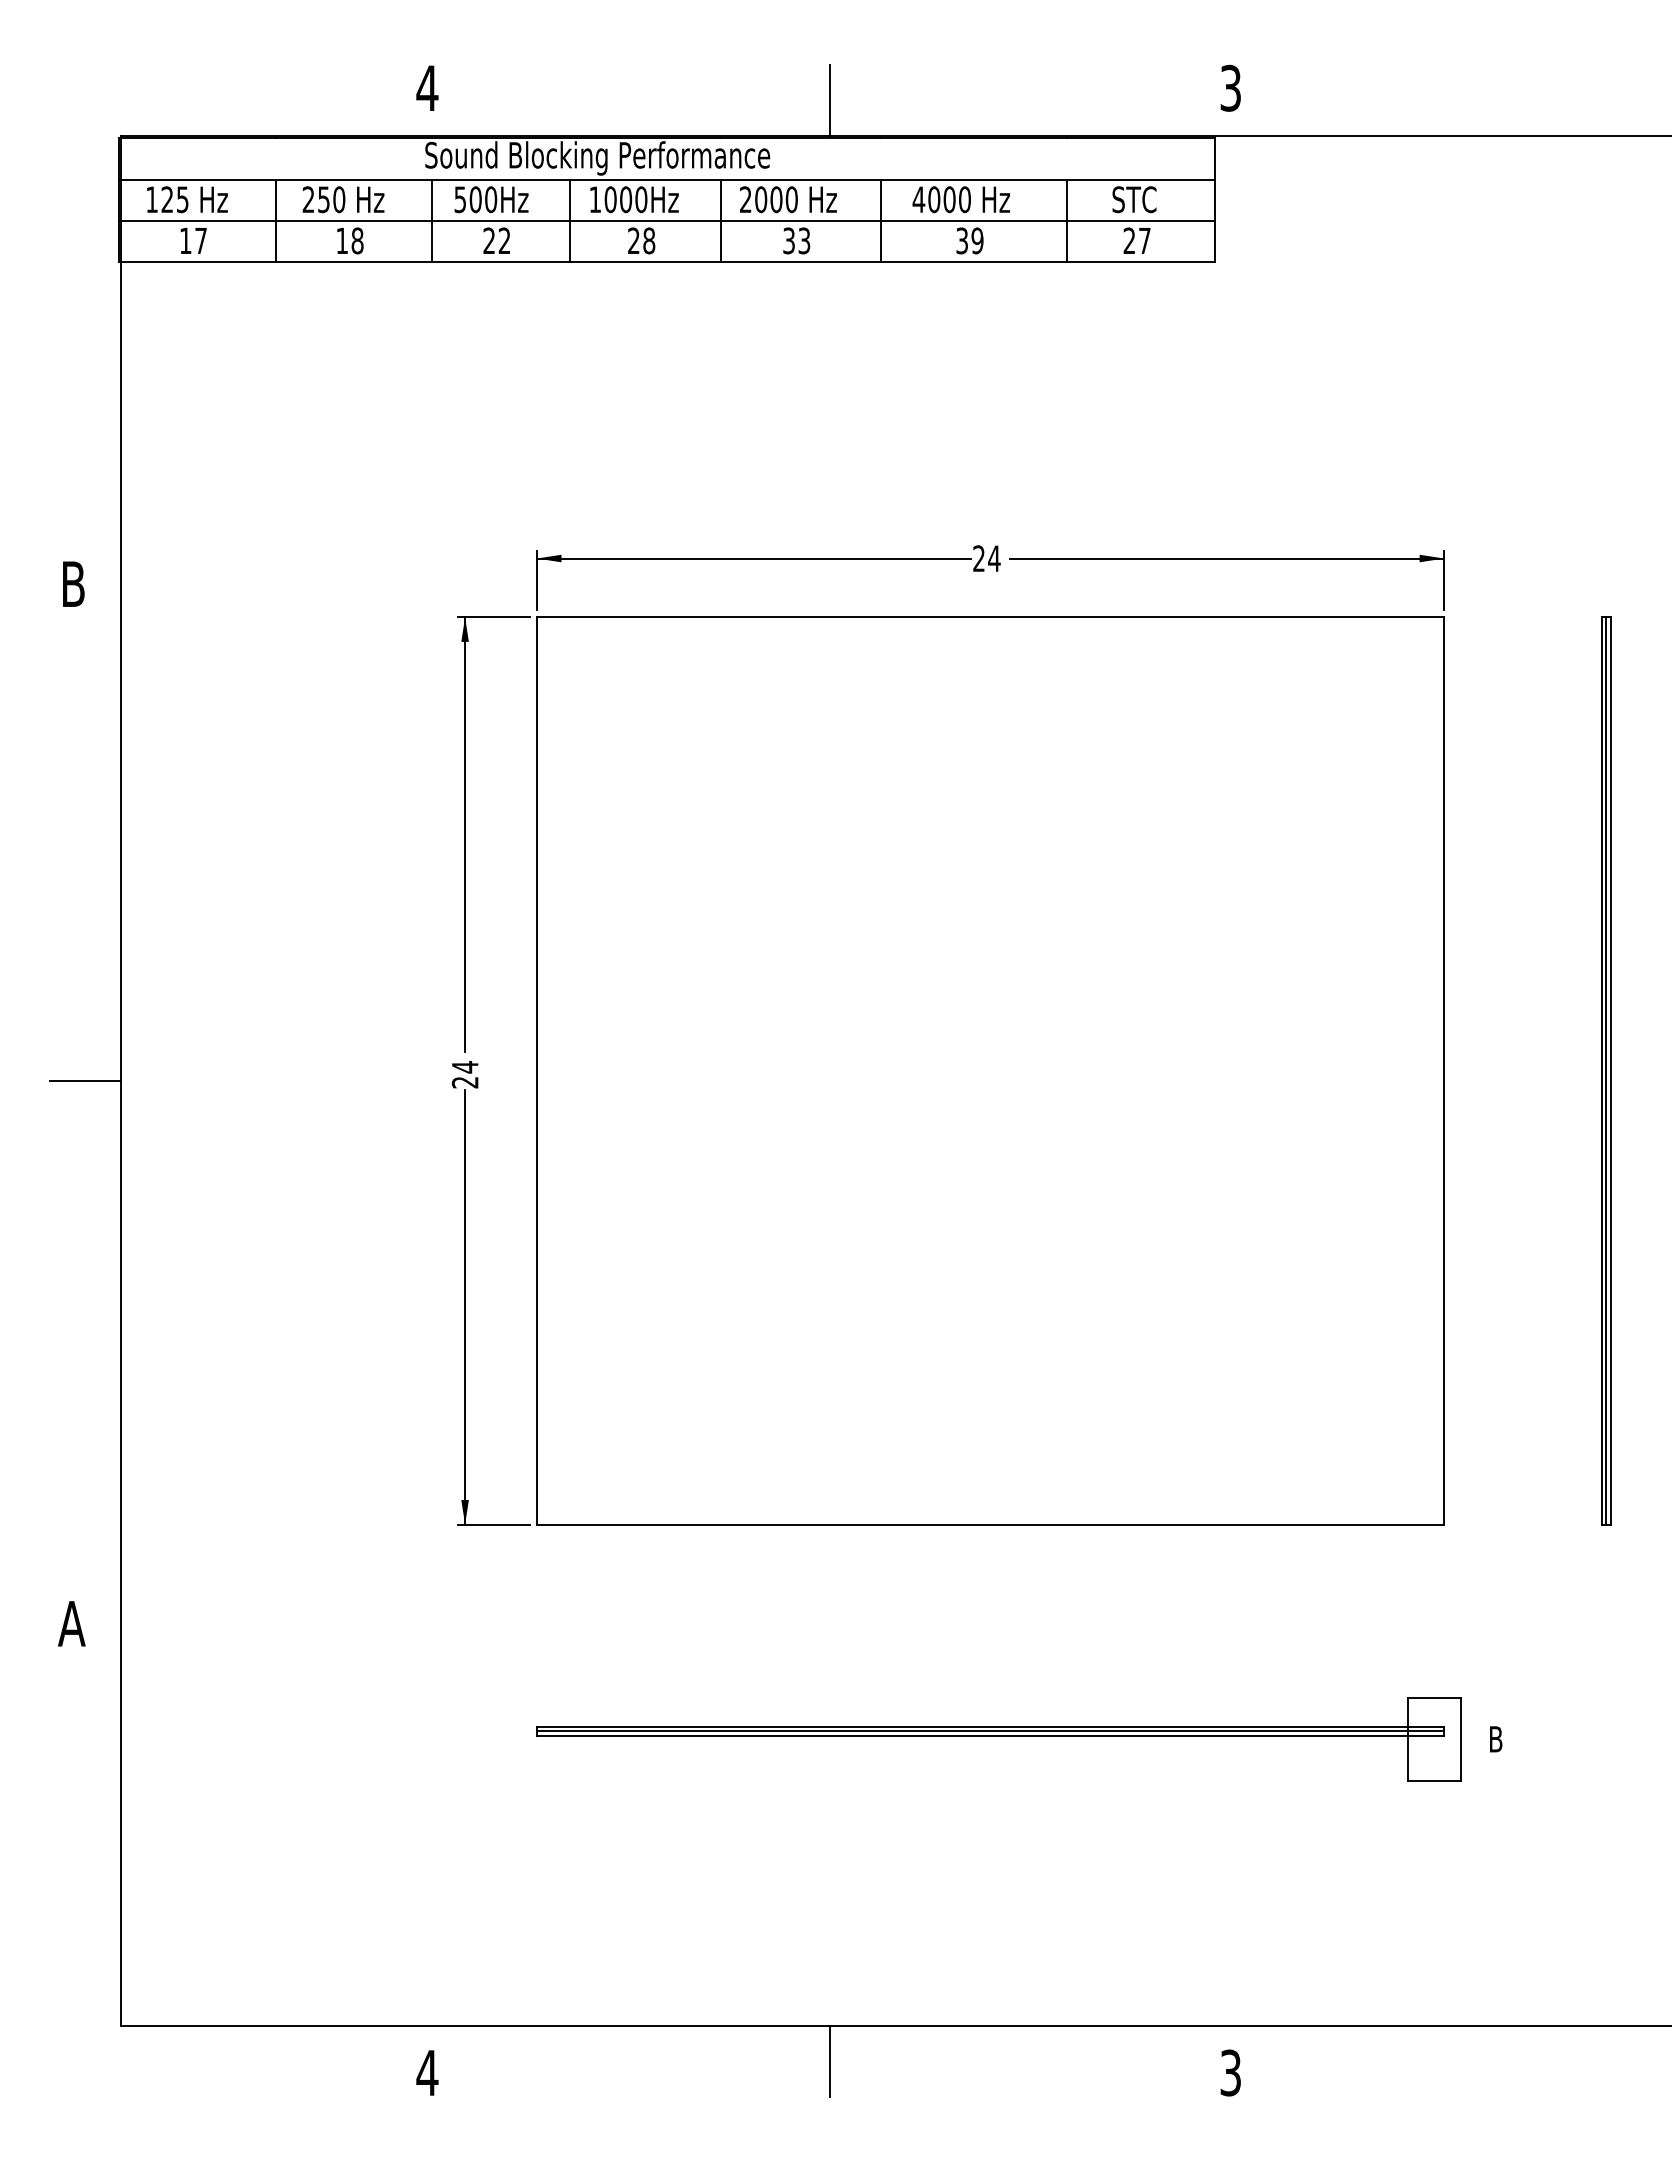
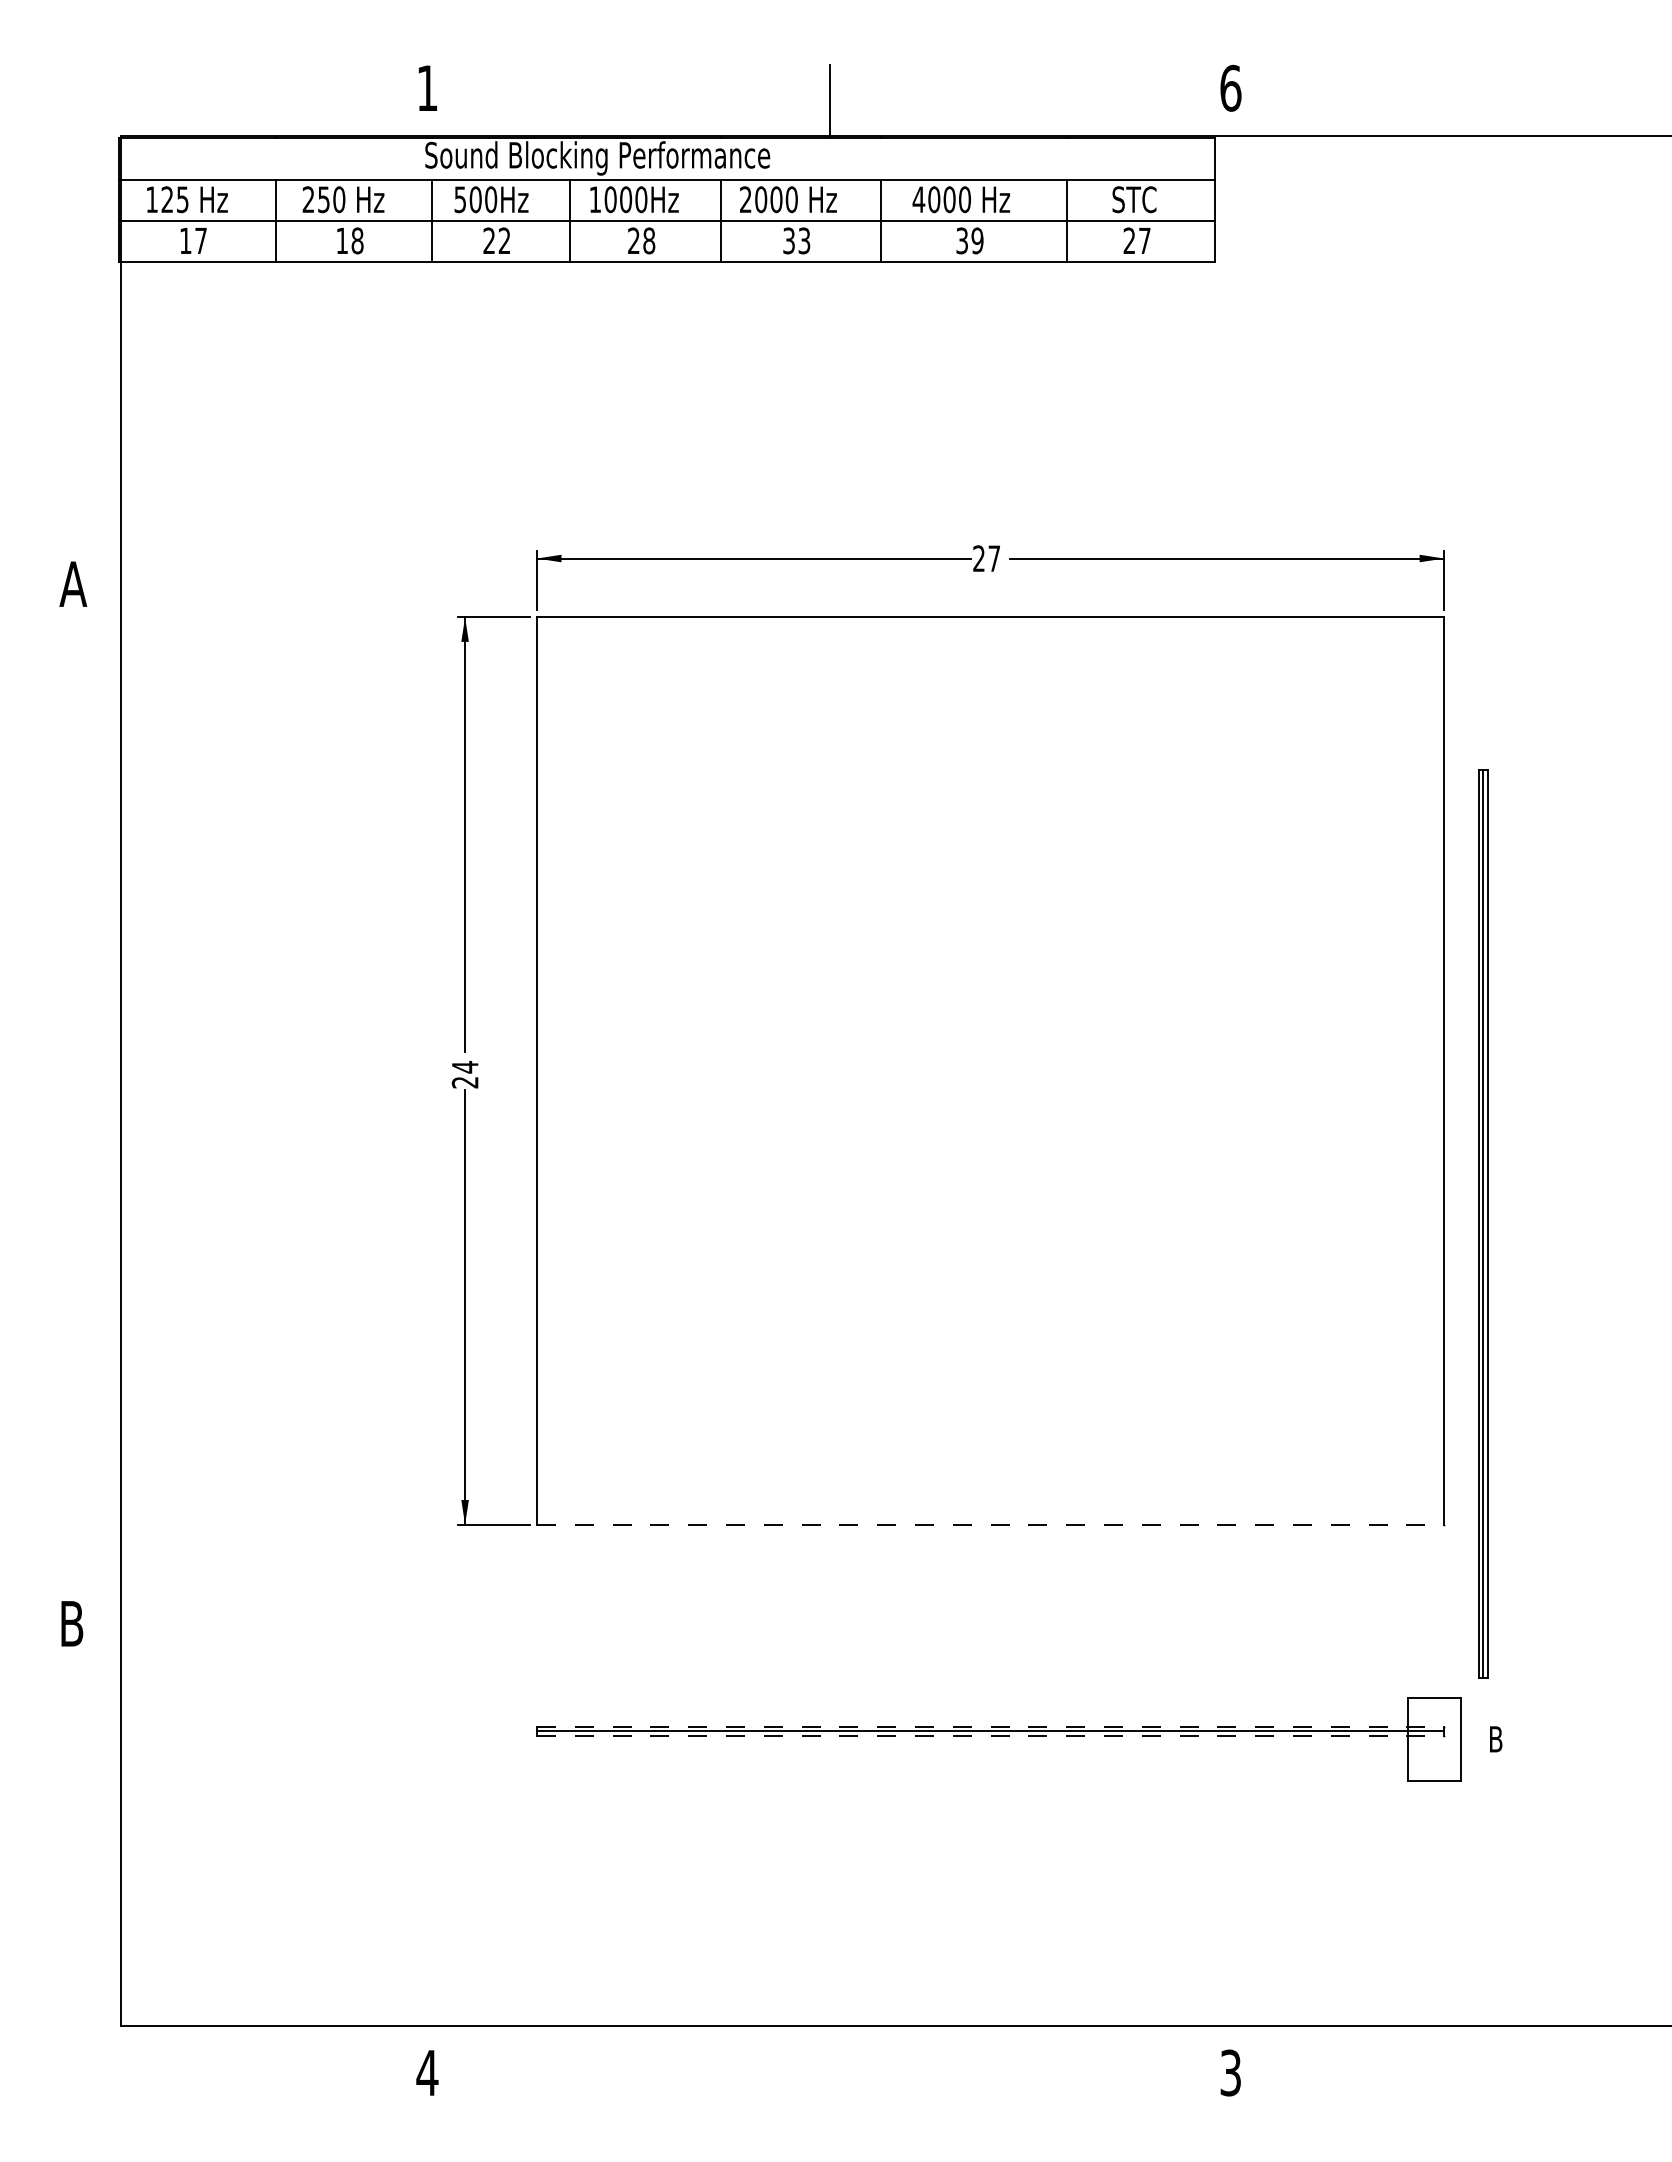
text at (427, 87): 4 -> 1
text at (1230, 87): 3 -> 6
text at (994, 558): 24 -> 27
text at (73, 583): B -> A
part at (1606, 1070) position: (1606, 1070) -> (1483, 1223)
line at (85, 1081): present -> none
line at (990, 1524): solid -> dashed
text at (71, 1623): A -> B
line at (990, 1726): solid -> dashed
line at (990, 1735): solid -> dashed
line at (829, 2061): present -> none
